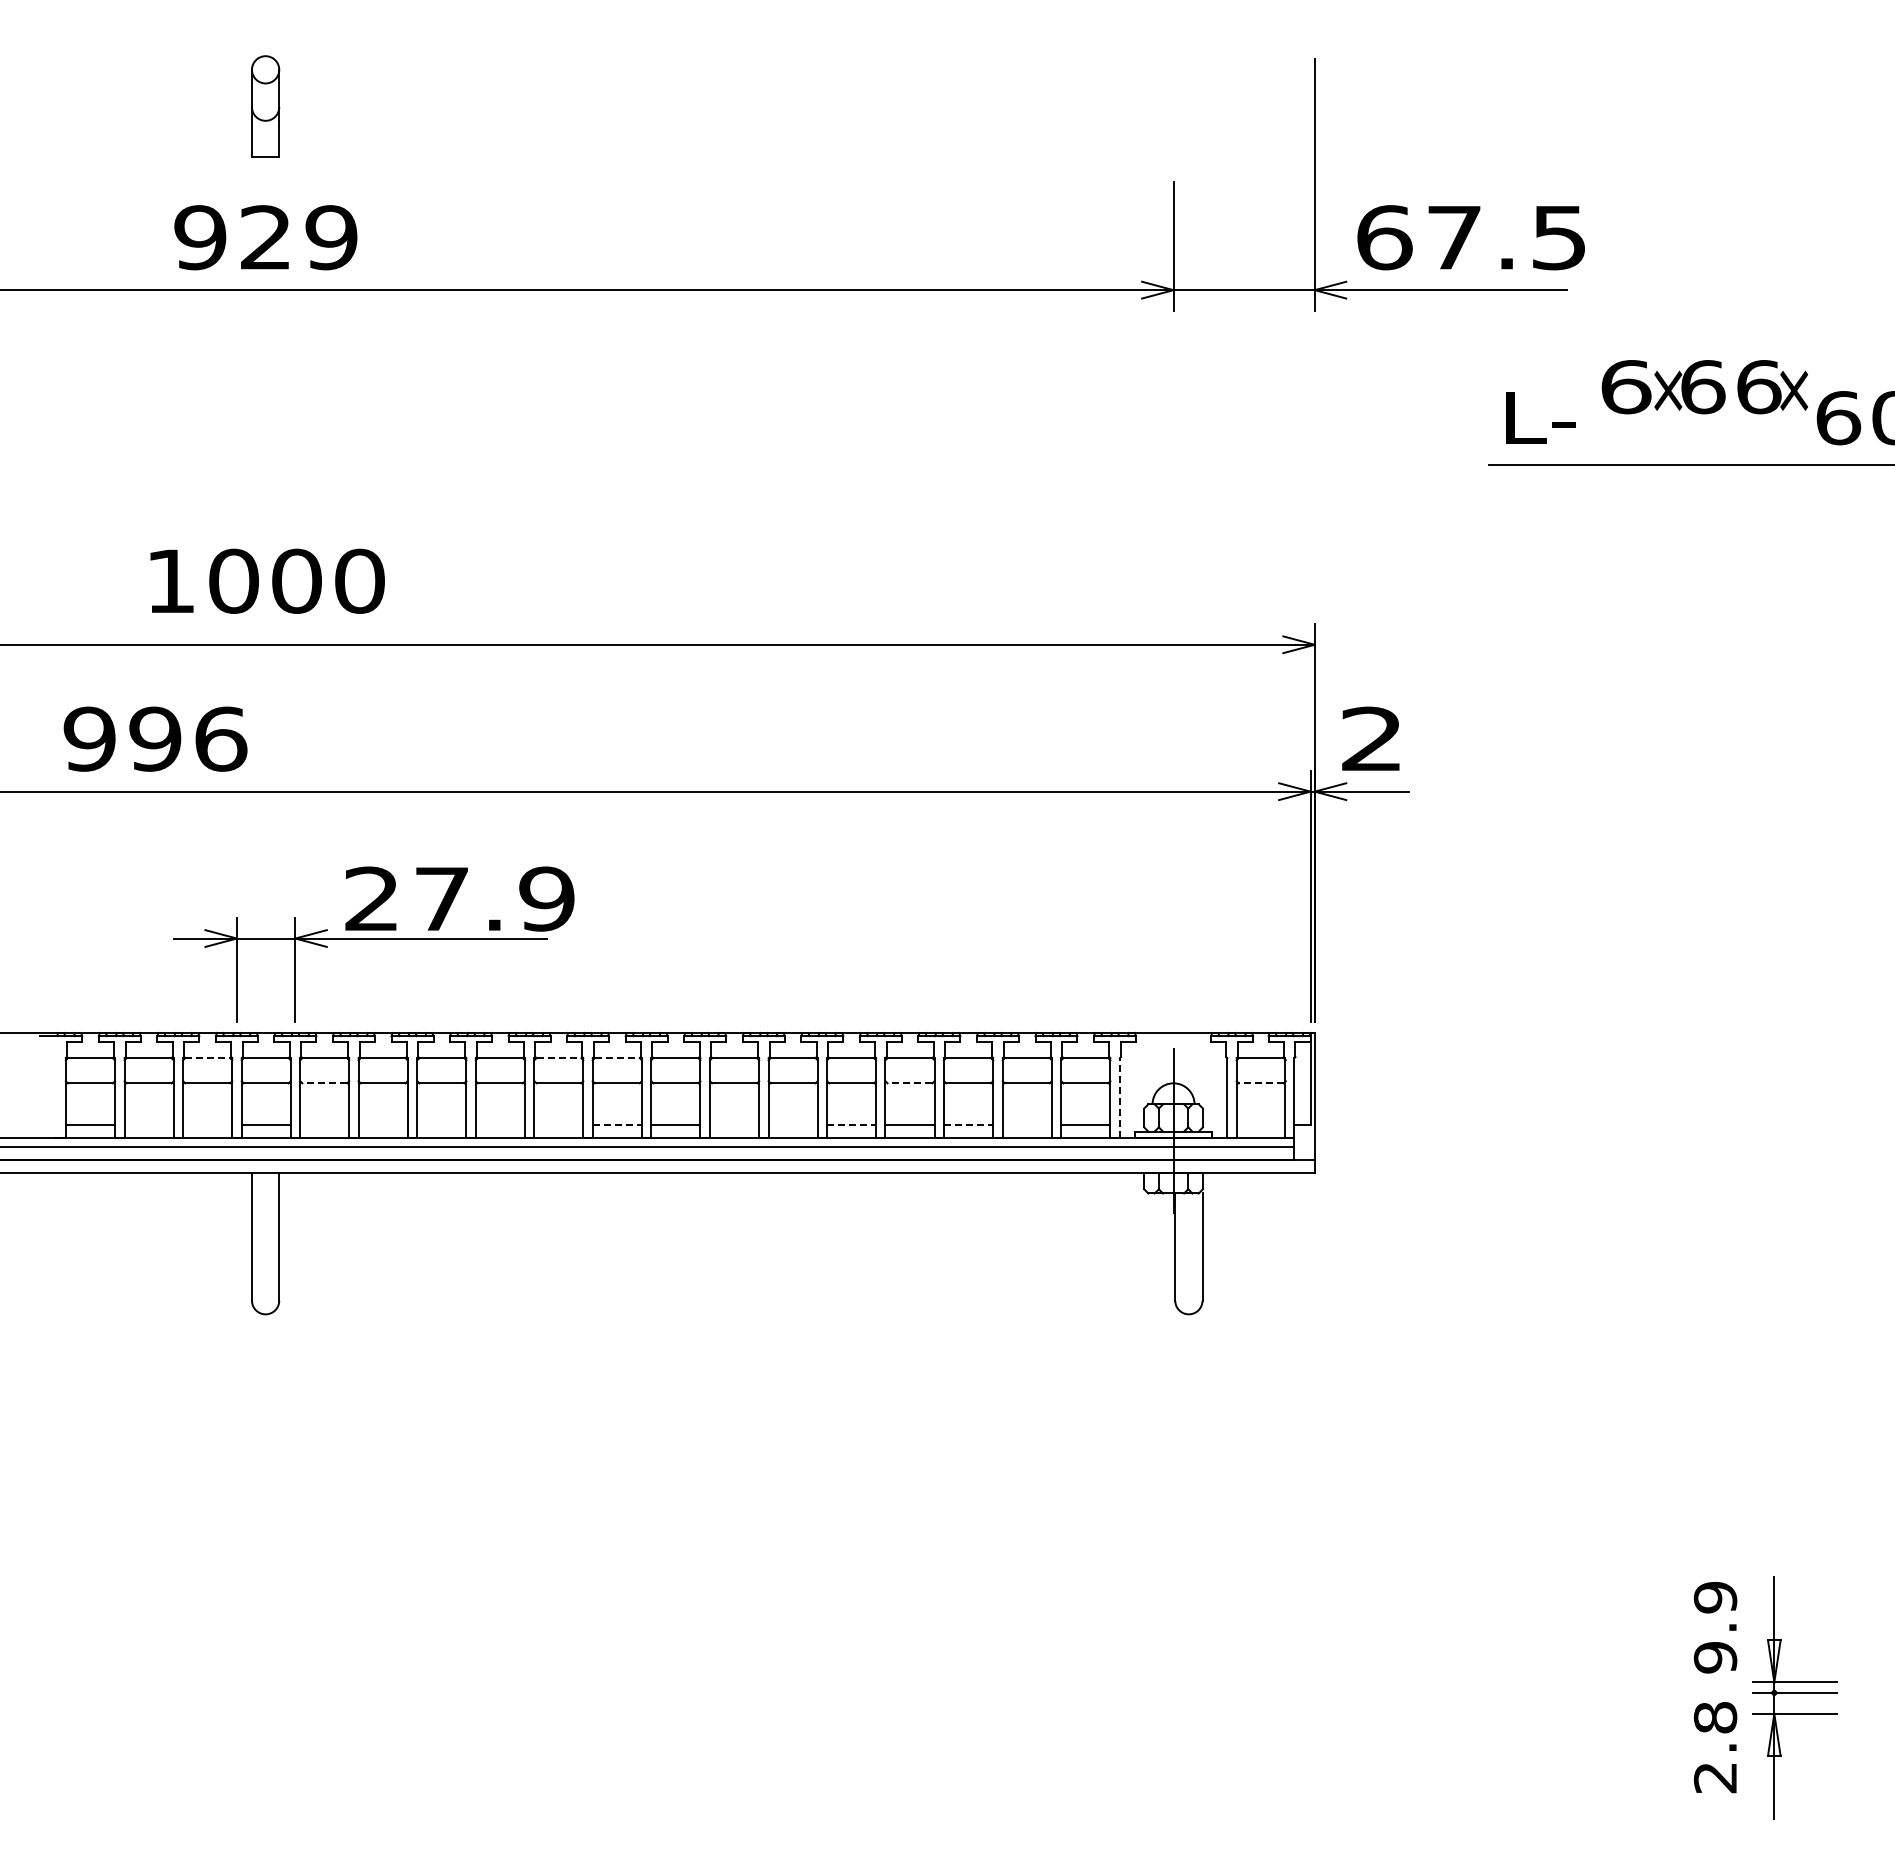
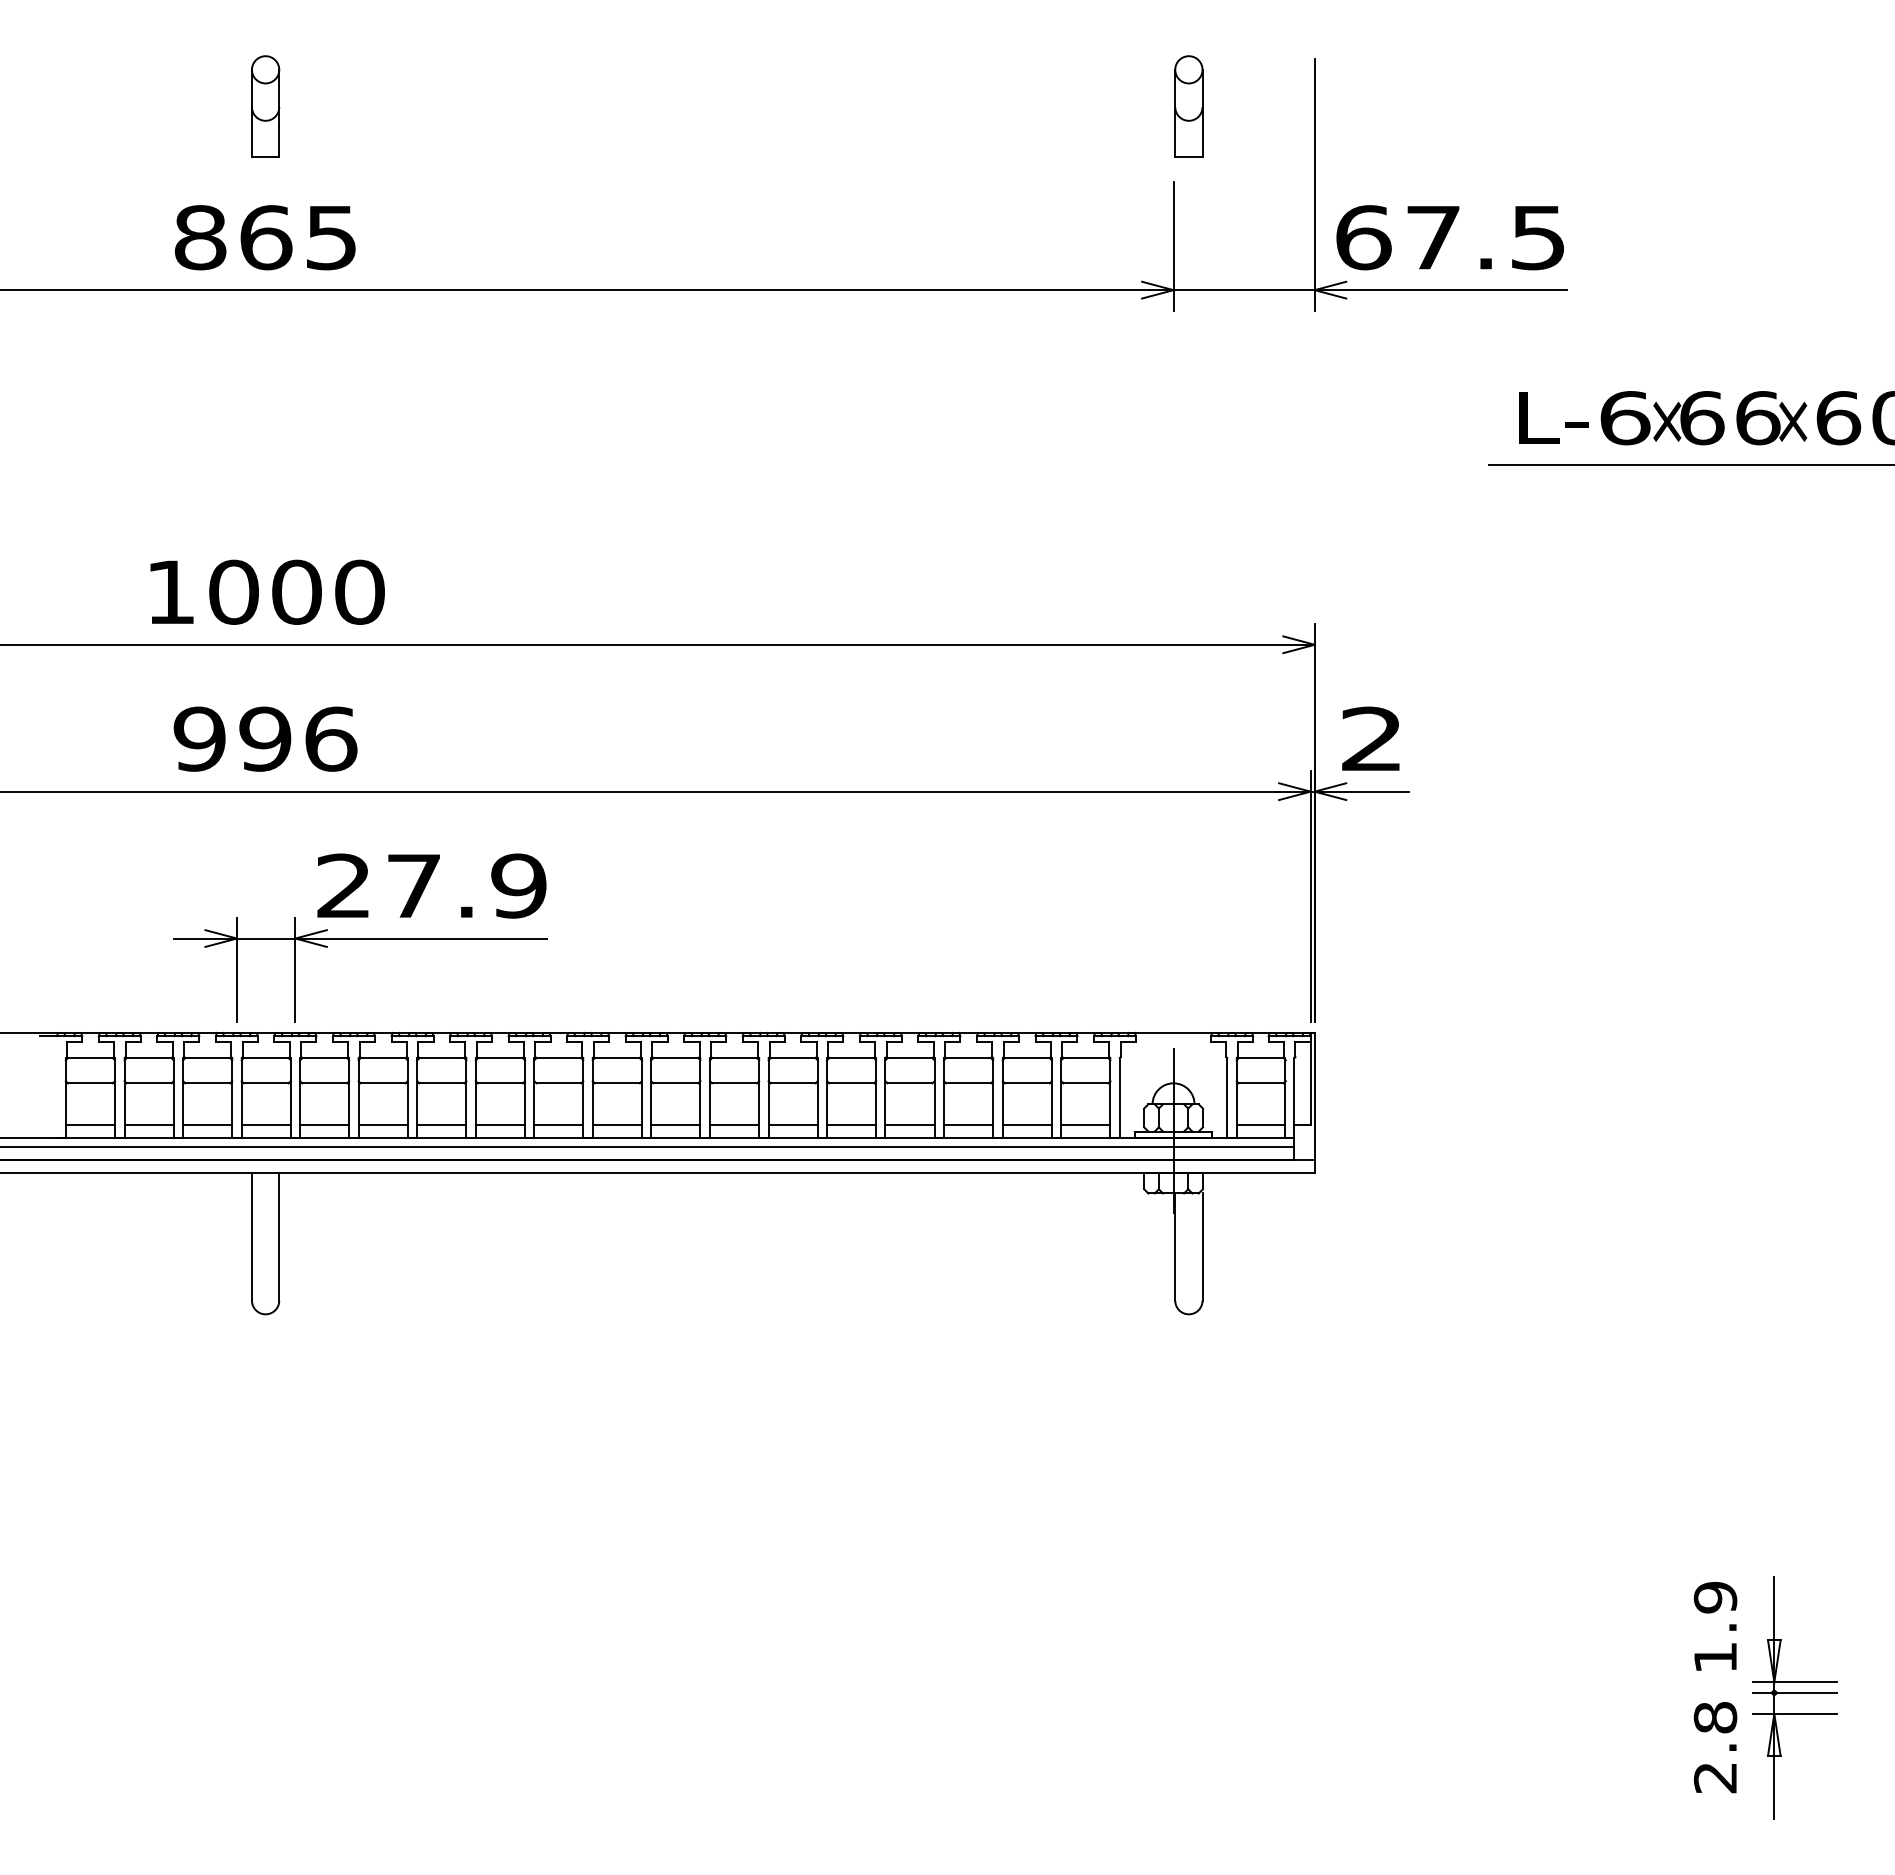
part at (1188, 106): none -> present
text at (265, 237): 929 -> 865
text at (1470, 237) position: (1470, 237) -> (1449, 237)
text at (1704, 387) position: (1704, 387) -> (1703, 418)
text at (1540, 417) position: (1540, 417) -> (1553, 417)
text at (267, 580) position: (267, 580) -> (267, 591)
text at (155, 738) position: (155, 738) -> (265, 738)
text at (459, 898) position: (459, 898) -> (431, 885)
line at (208, 1058): dashed -> solid
line at (559, 1058): dashed -> solid
line at (617, 1058): dashed -> solid
line at (324, 1083): dashed -> solid
line at (909, 1083): dashed -> solid
line at (1260, 1083): dashed -> solid
line at (1119, 1098): dashed -> solid
line at (148, 1125): none -> present
line at (207, 1125): none -> present
line at (324, 1125): none -> present
line at (382, 1125): none -> present
line at (441, 1125): none -> present
line at (499, 1125): none -> present
line at (558, 1125): none -> present
line at (617, 1125): dashed -> solid
line at (734, 1125): none -> present
line at (792, 1125): none -> present
line at (852, 1125): dashed -> solid
line at (968, 1125): dashed -> solid
line at (1026, 1125): none -> present
line at (1260, 1125): none -> present
text at (1715, 1657): 9.9 -> 1.9
